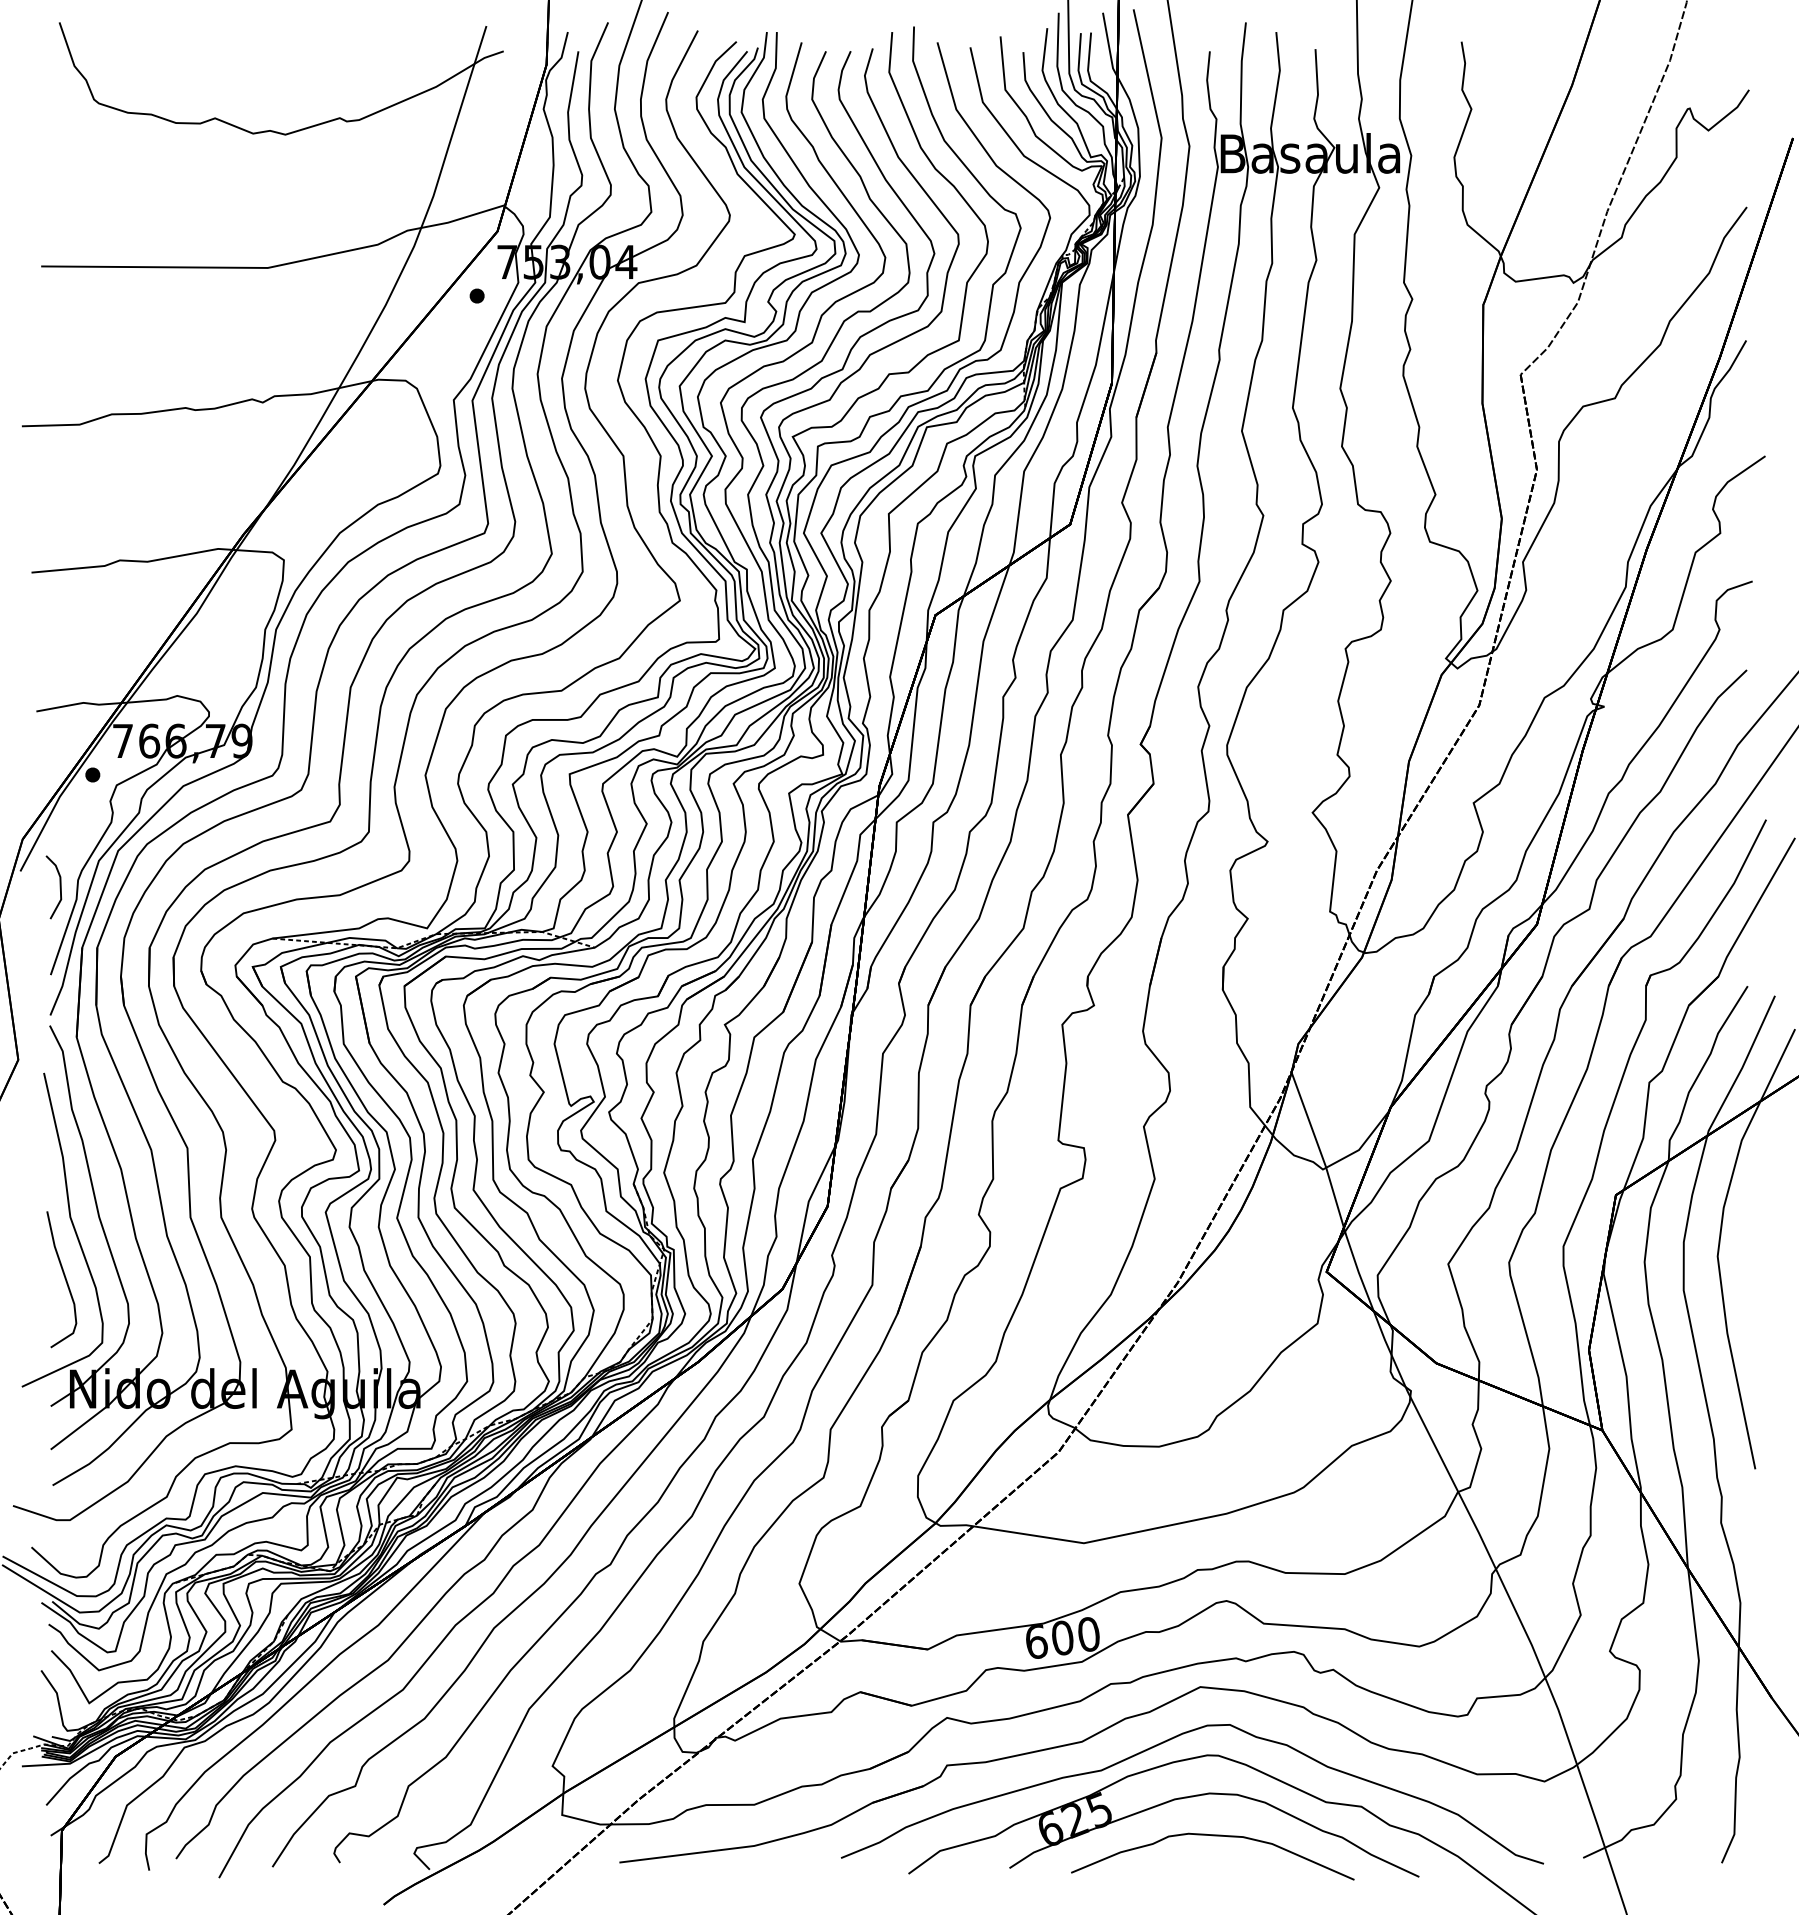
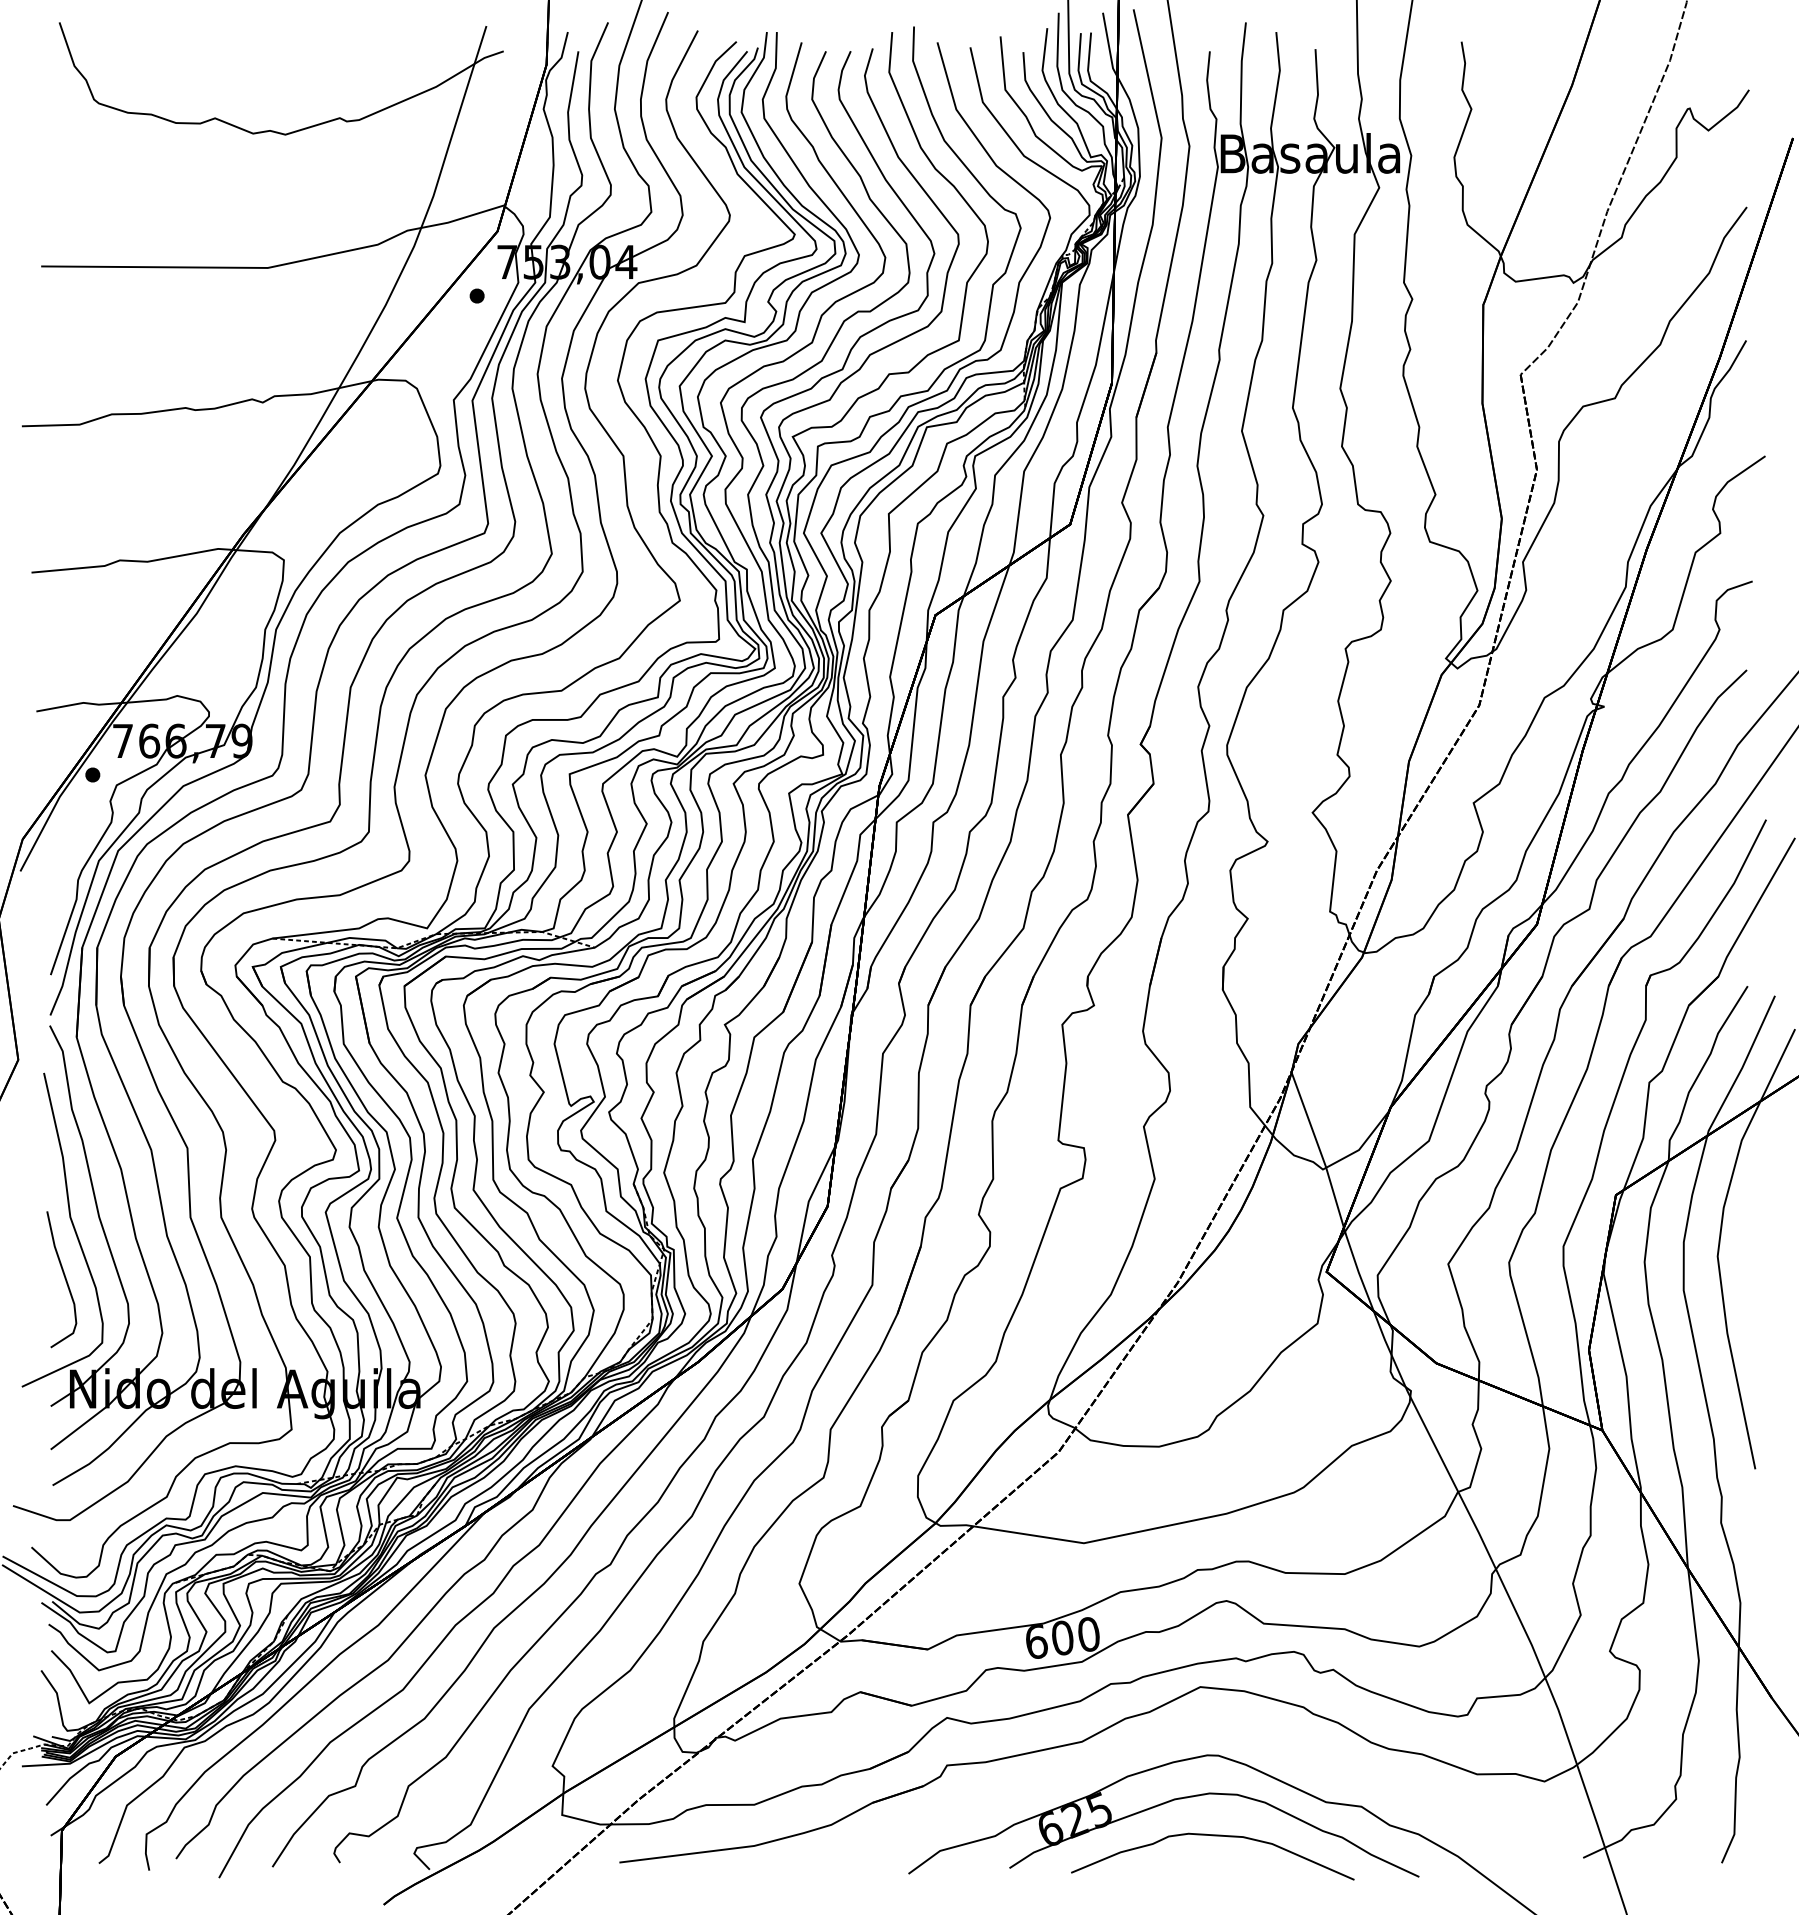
line at (59, 887): present -> none
curve at (1168, 1741): present -> none
